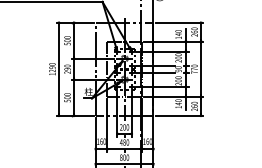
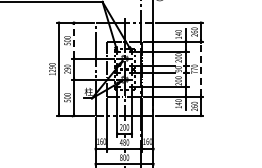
line at (74, 40): solid -> dashed
line at (201, 69): solid -> dashed
